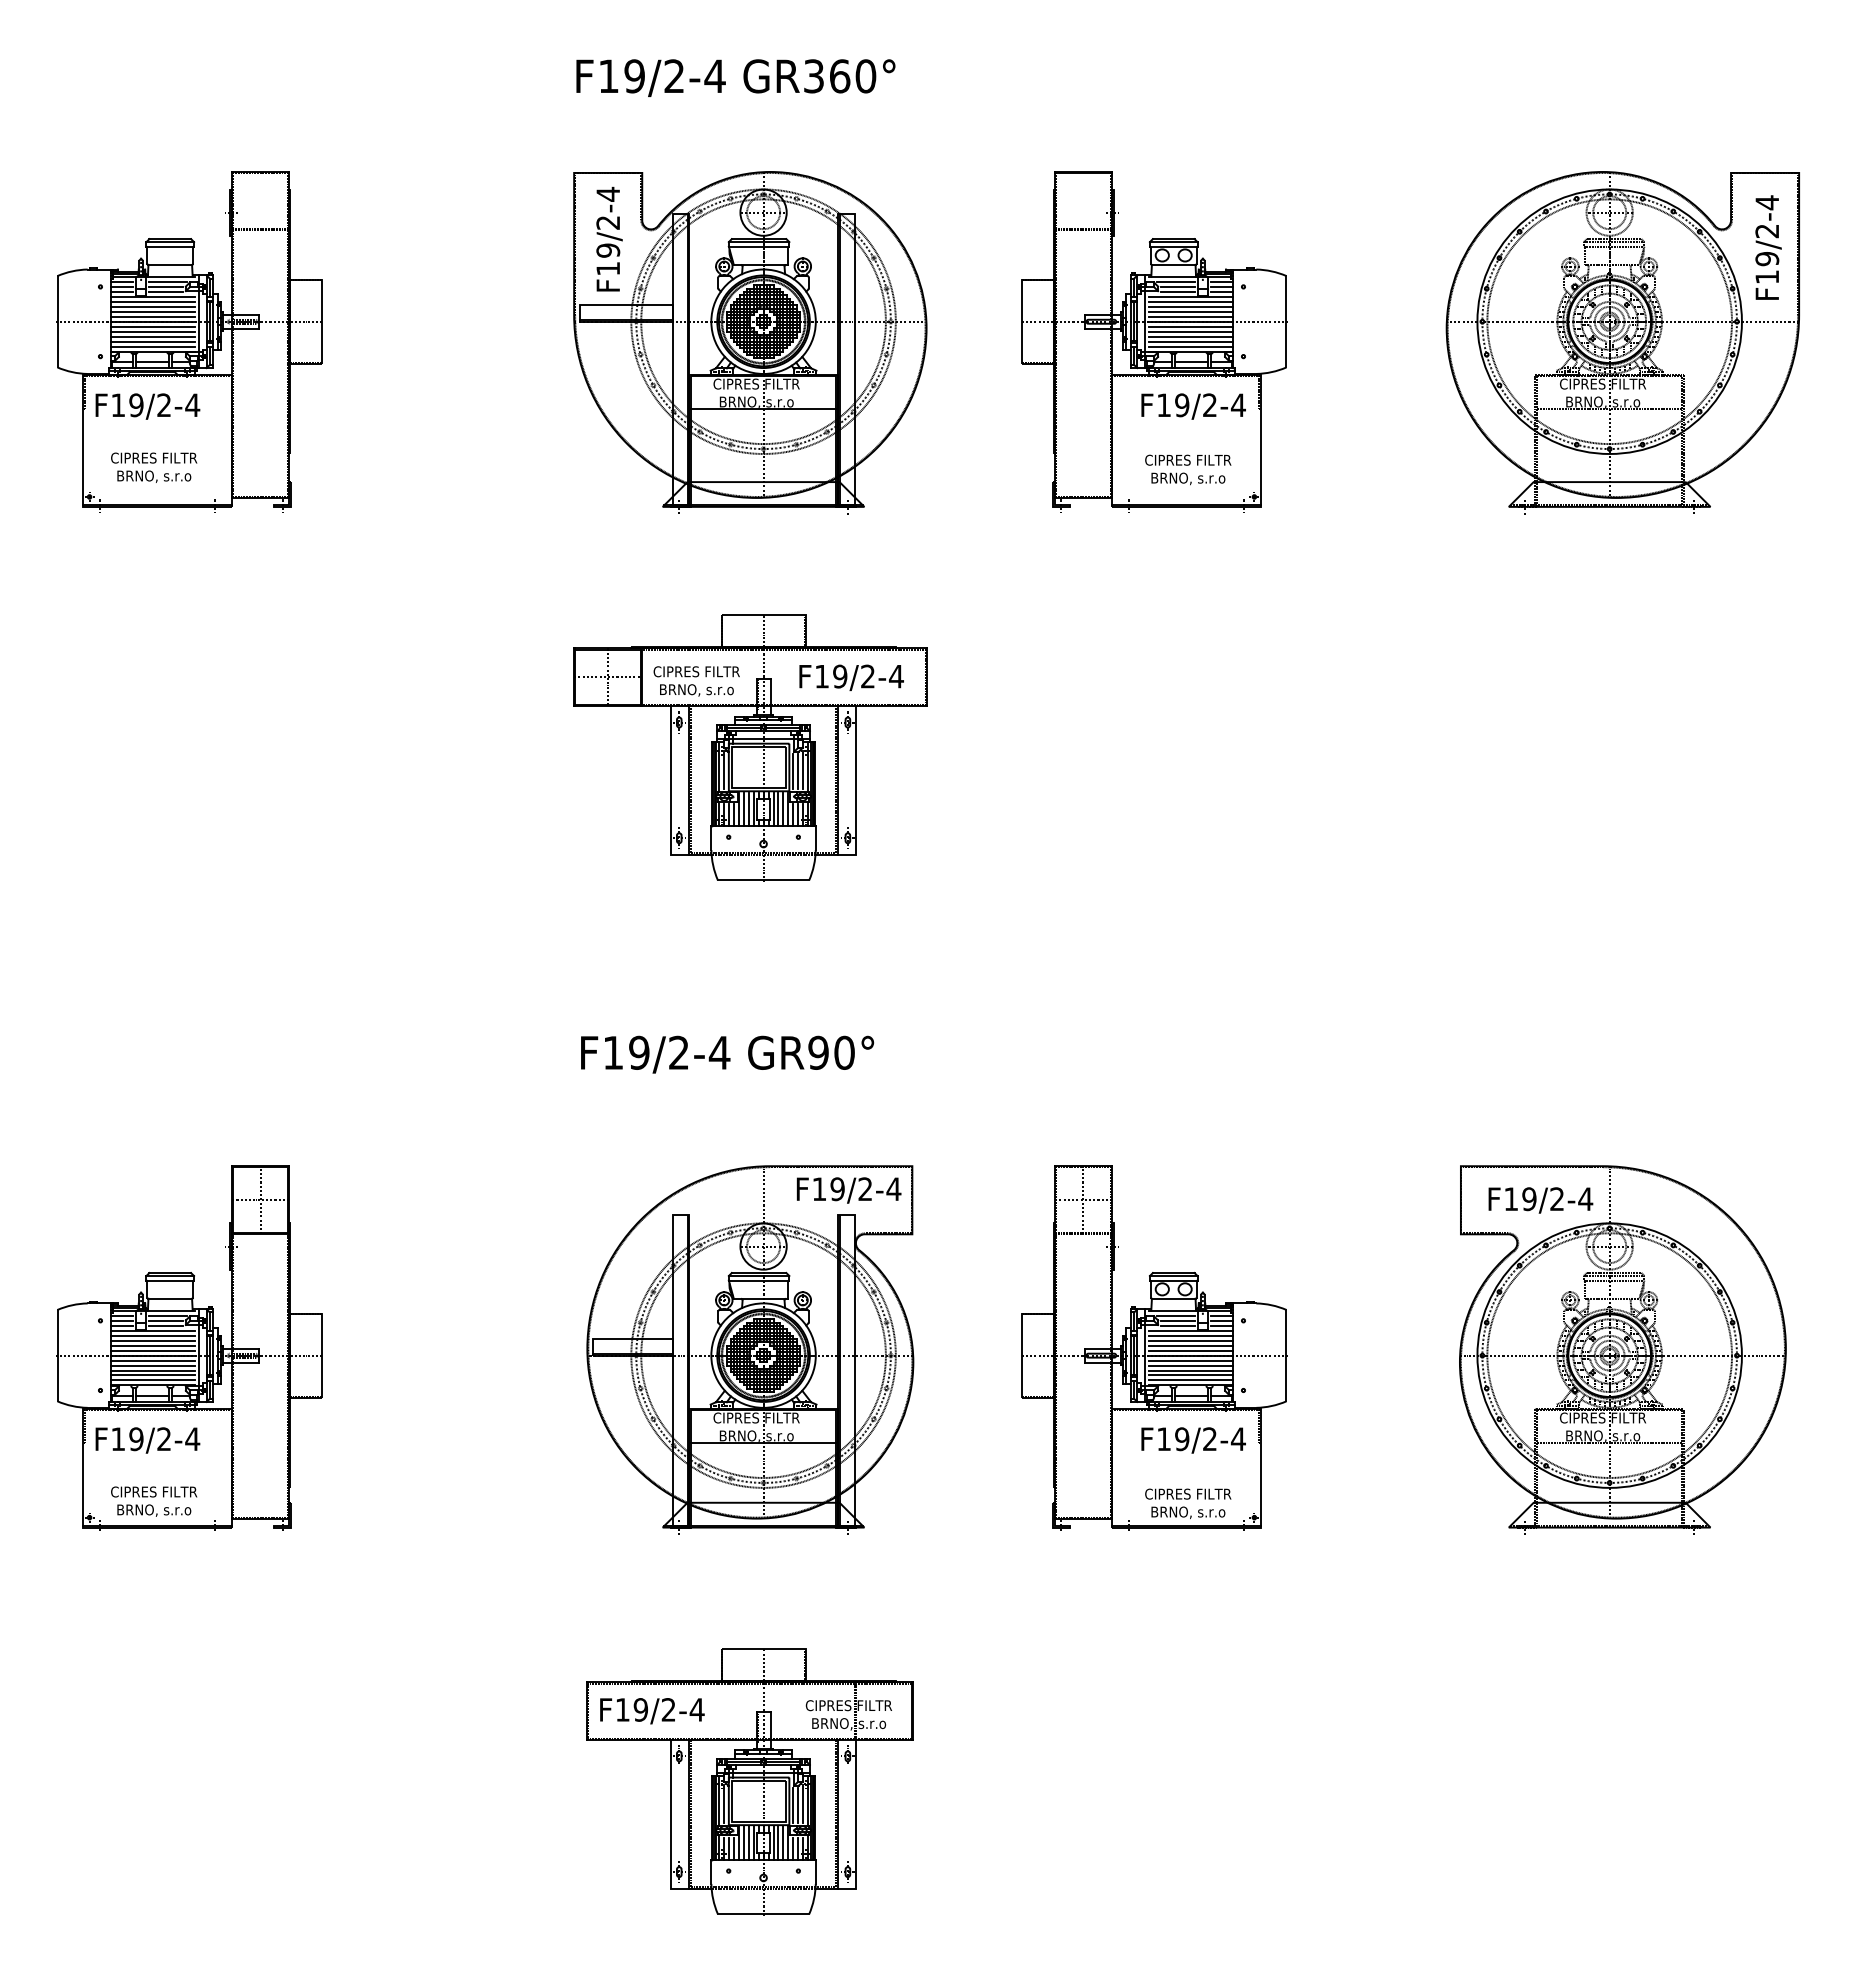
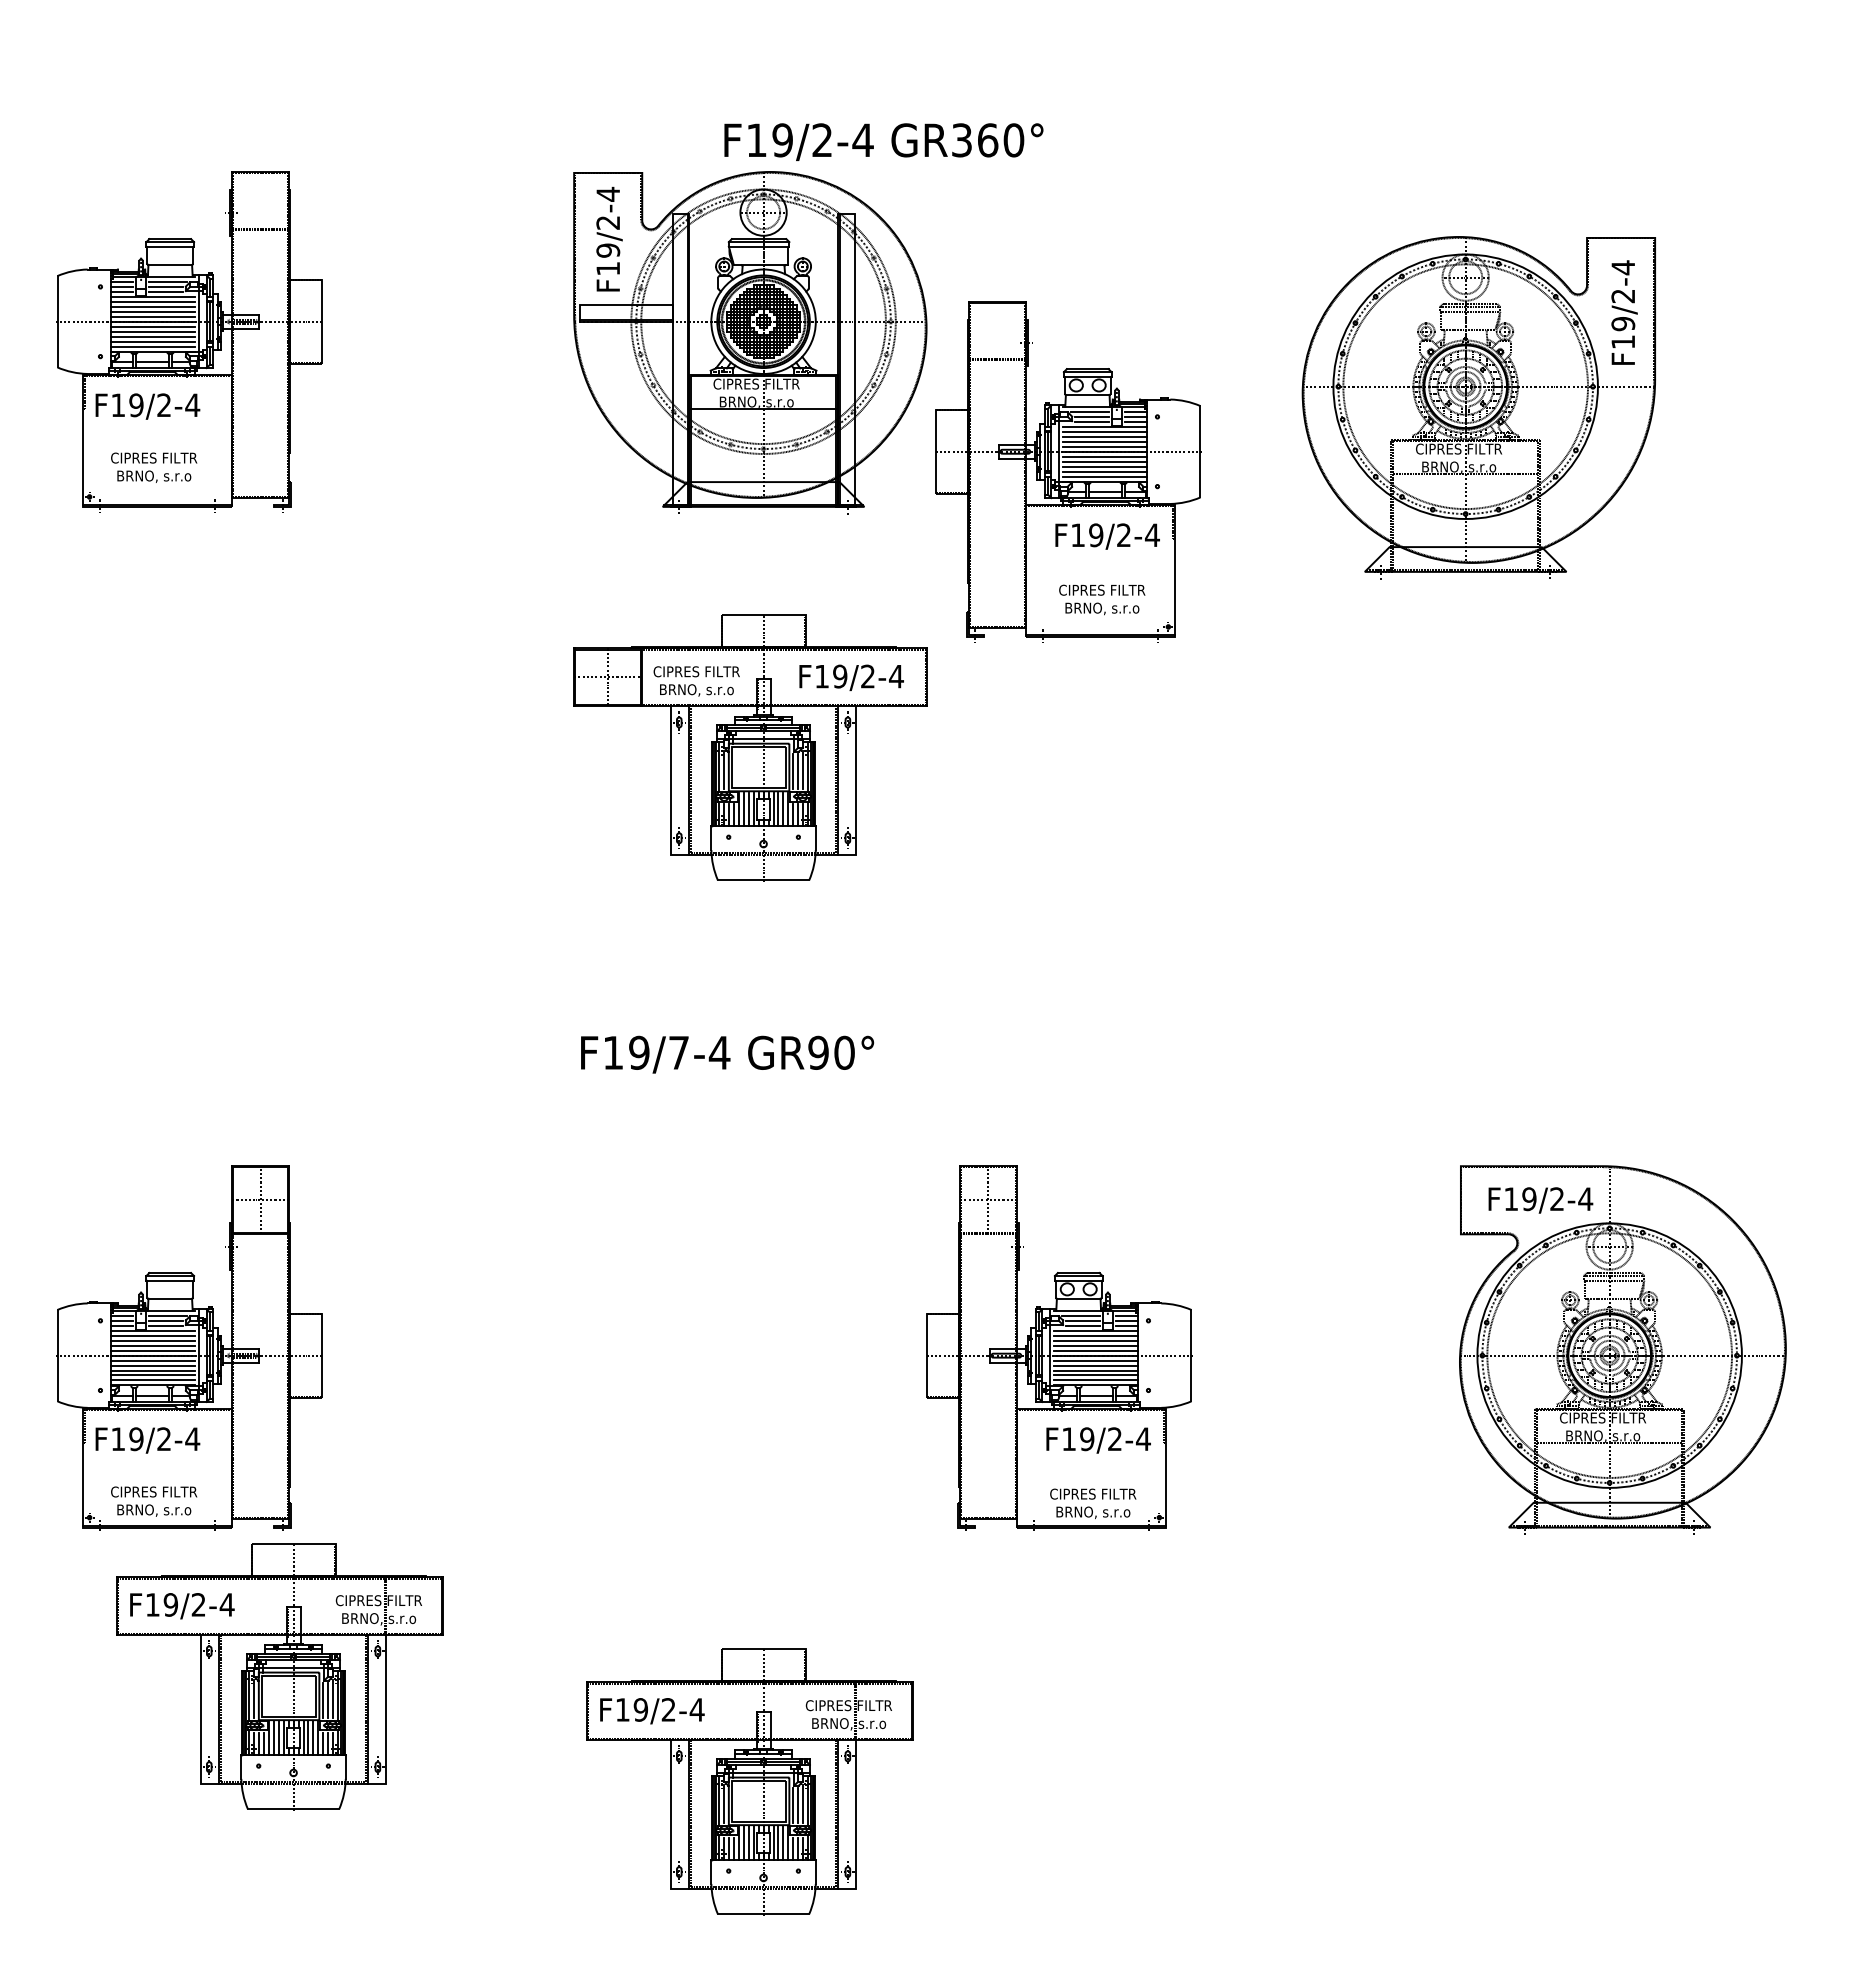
text at (735, 77) position: (735, 77) -> (883, 141)
part at (1154, 341) position: (1154, 341) -> (1068, 471)
part at (1622, 342) position: (1622, 342) -> (1478, 407)
text at (678, 1052): F19/2-4 -> F19/7-4
part at (1154, 1347) position: (1154, 1347) -> (1059, 1347)
part at (750, 1349): present -> none
part at (279, 1676): none -> present
